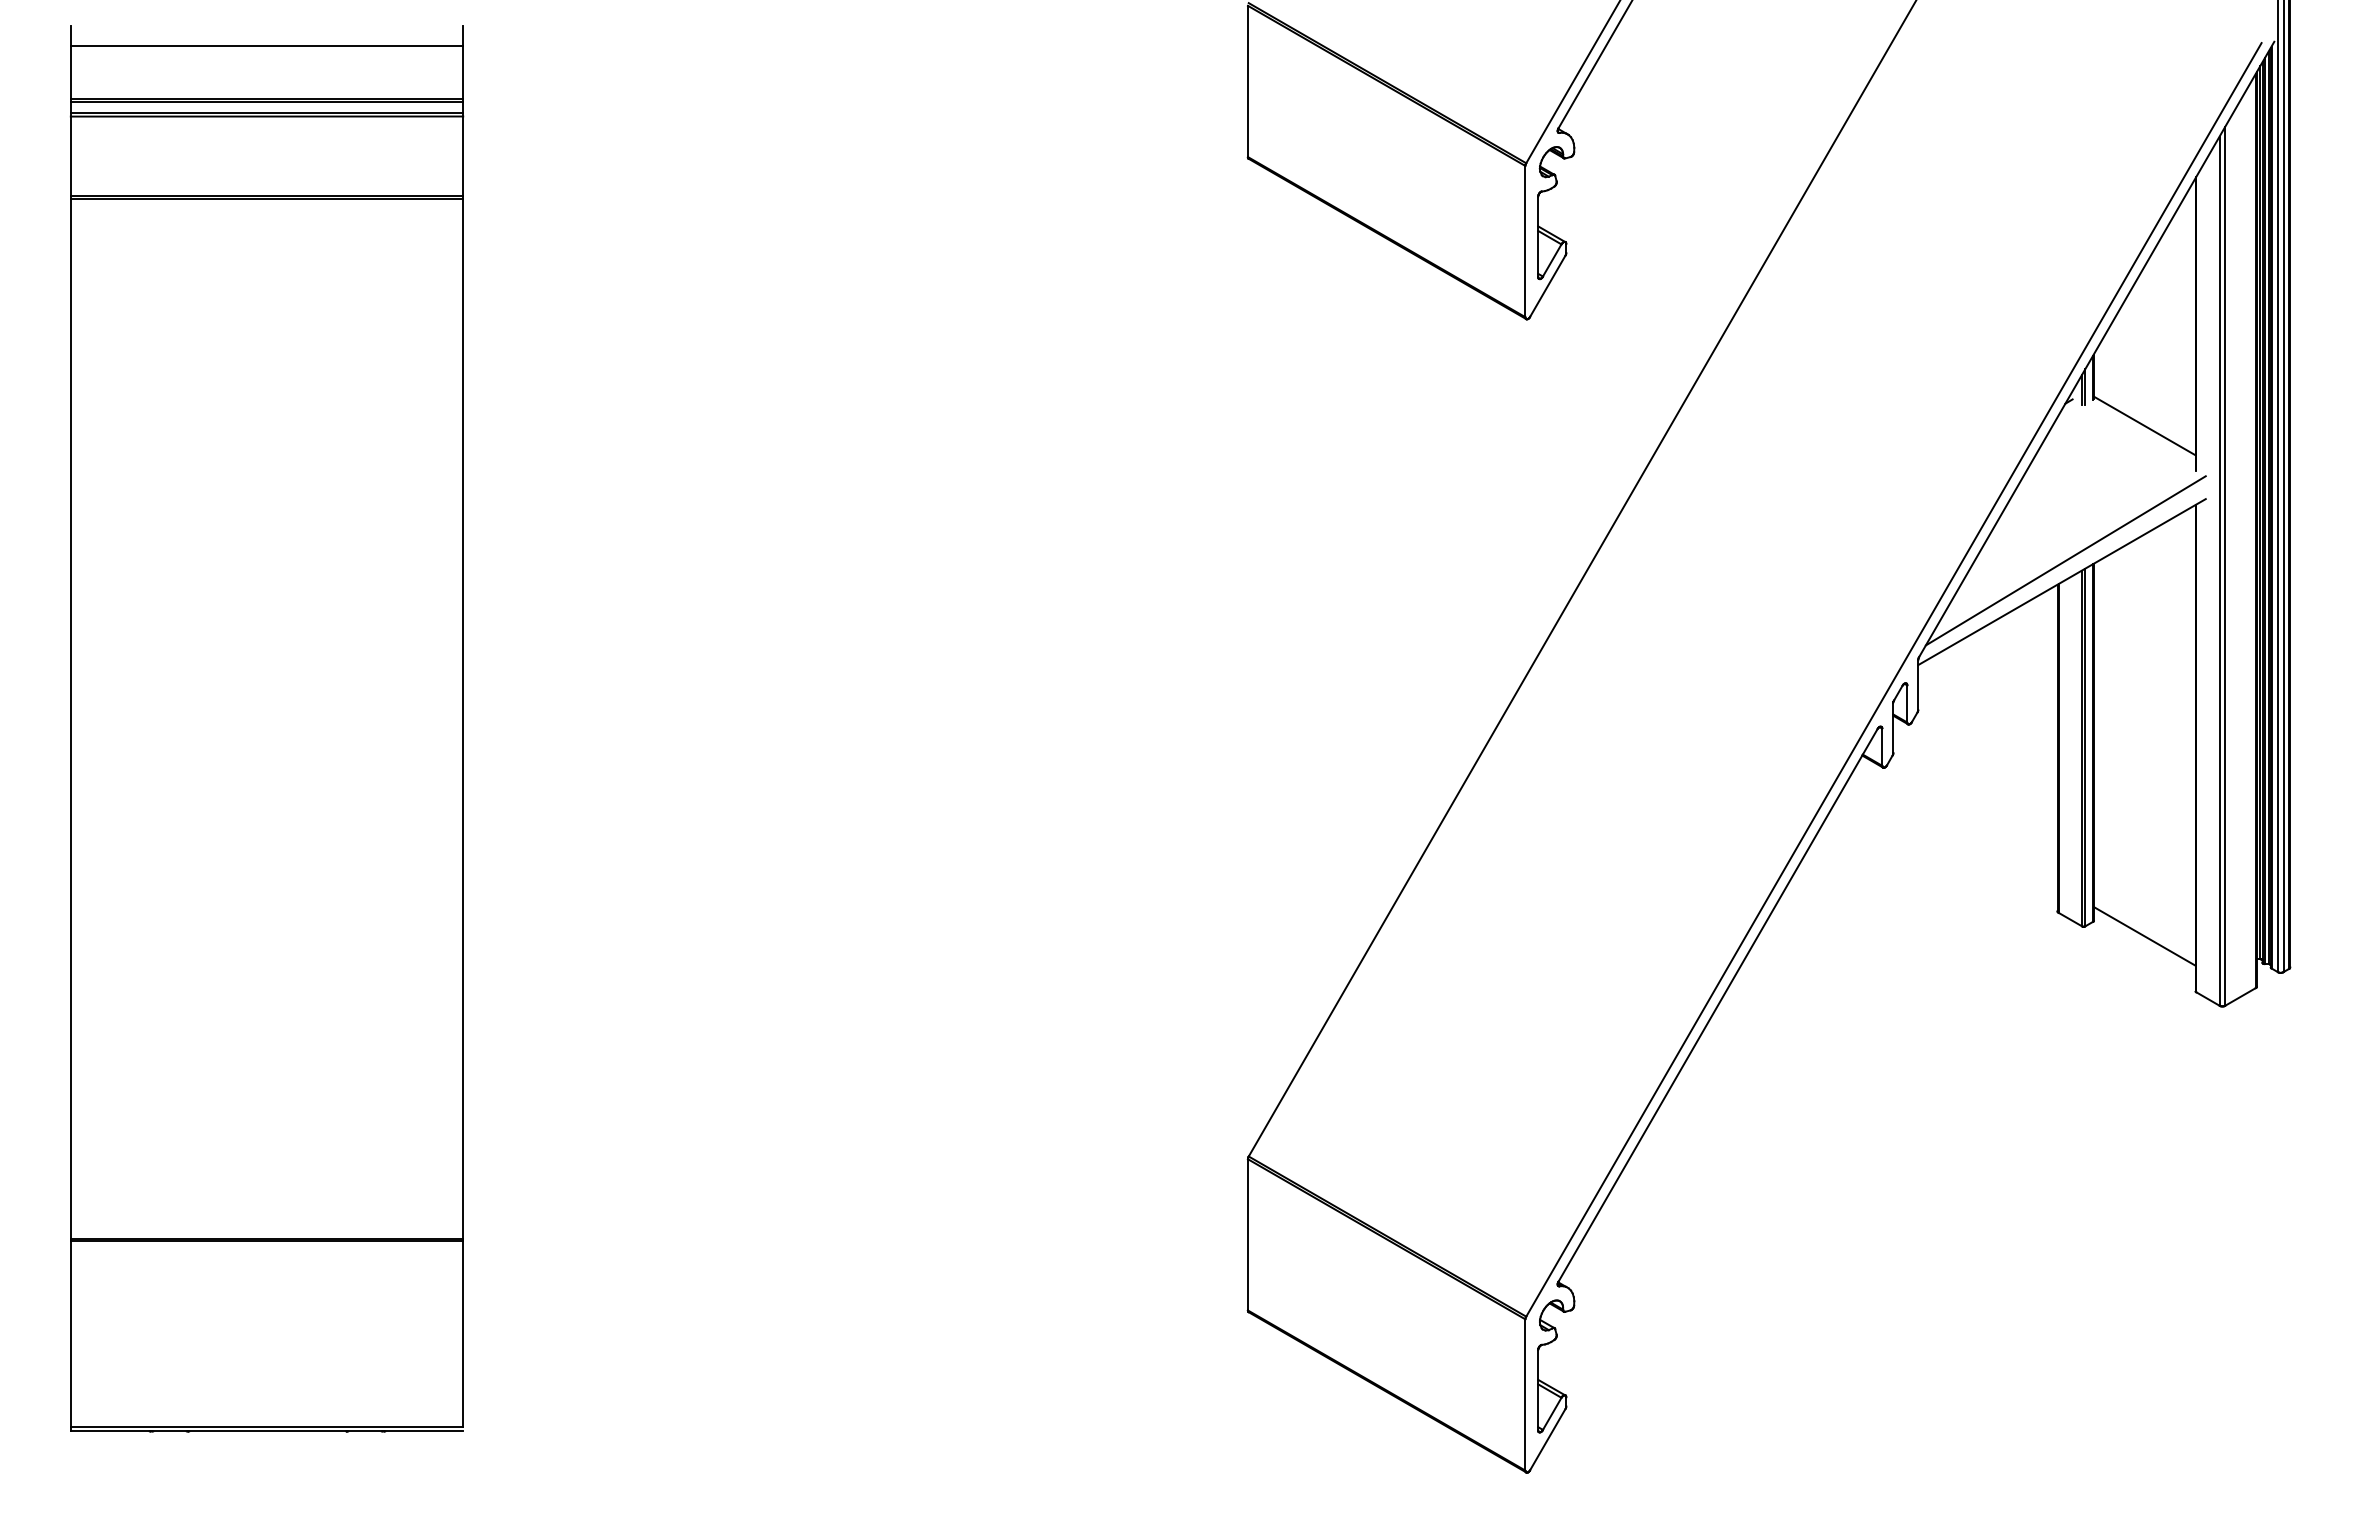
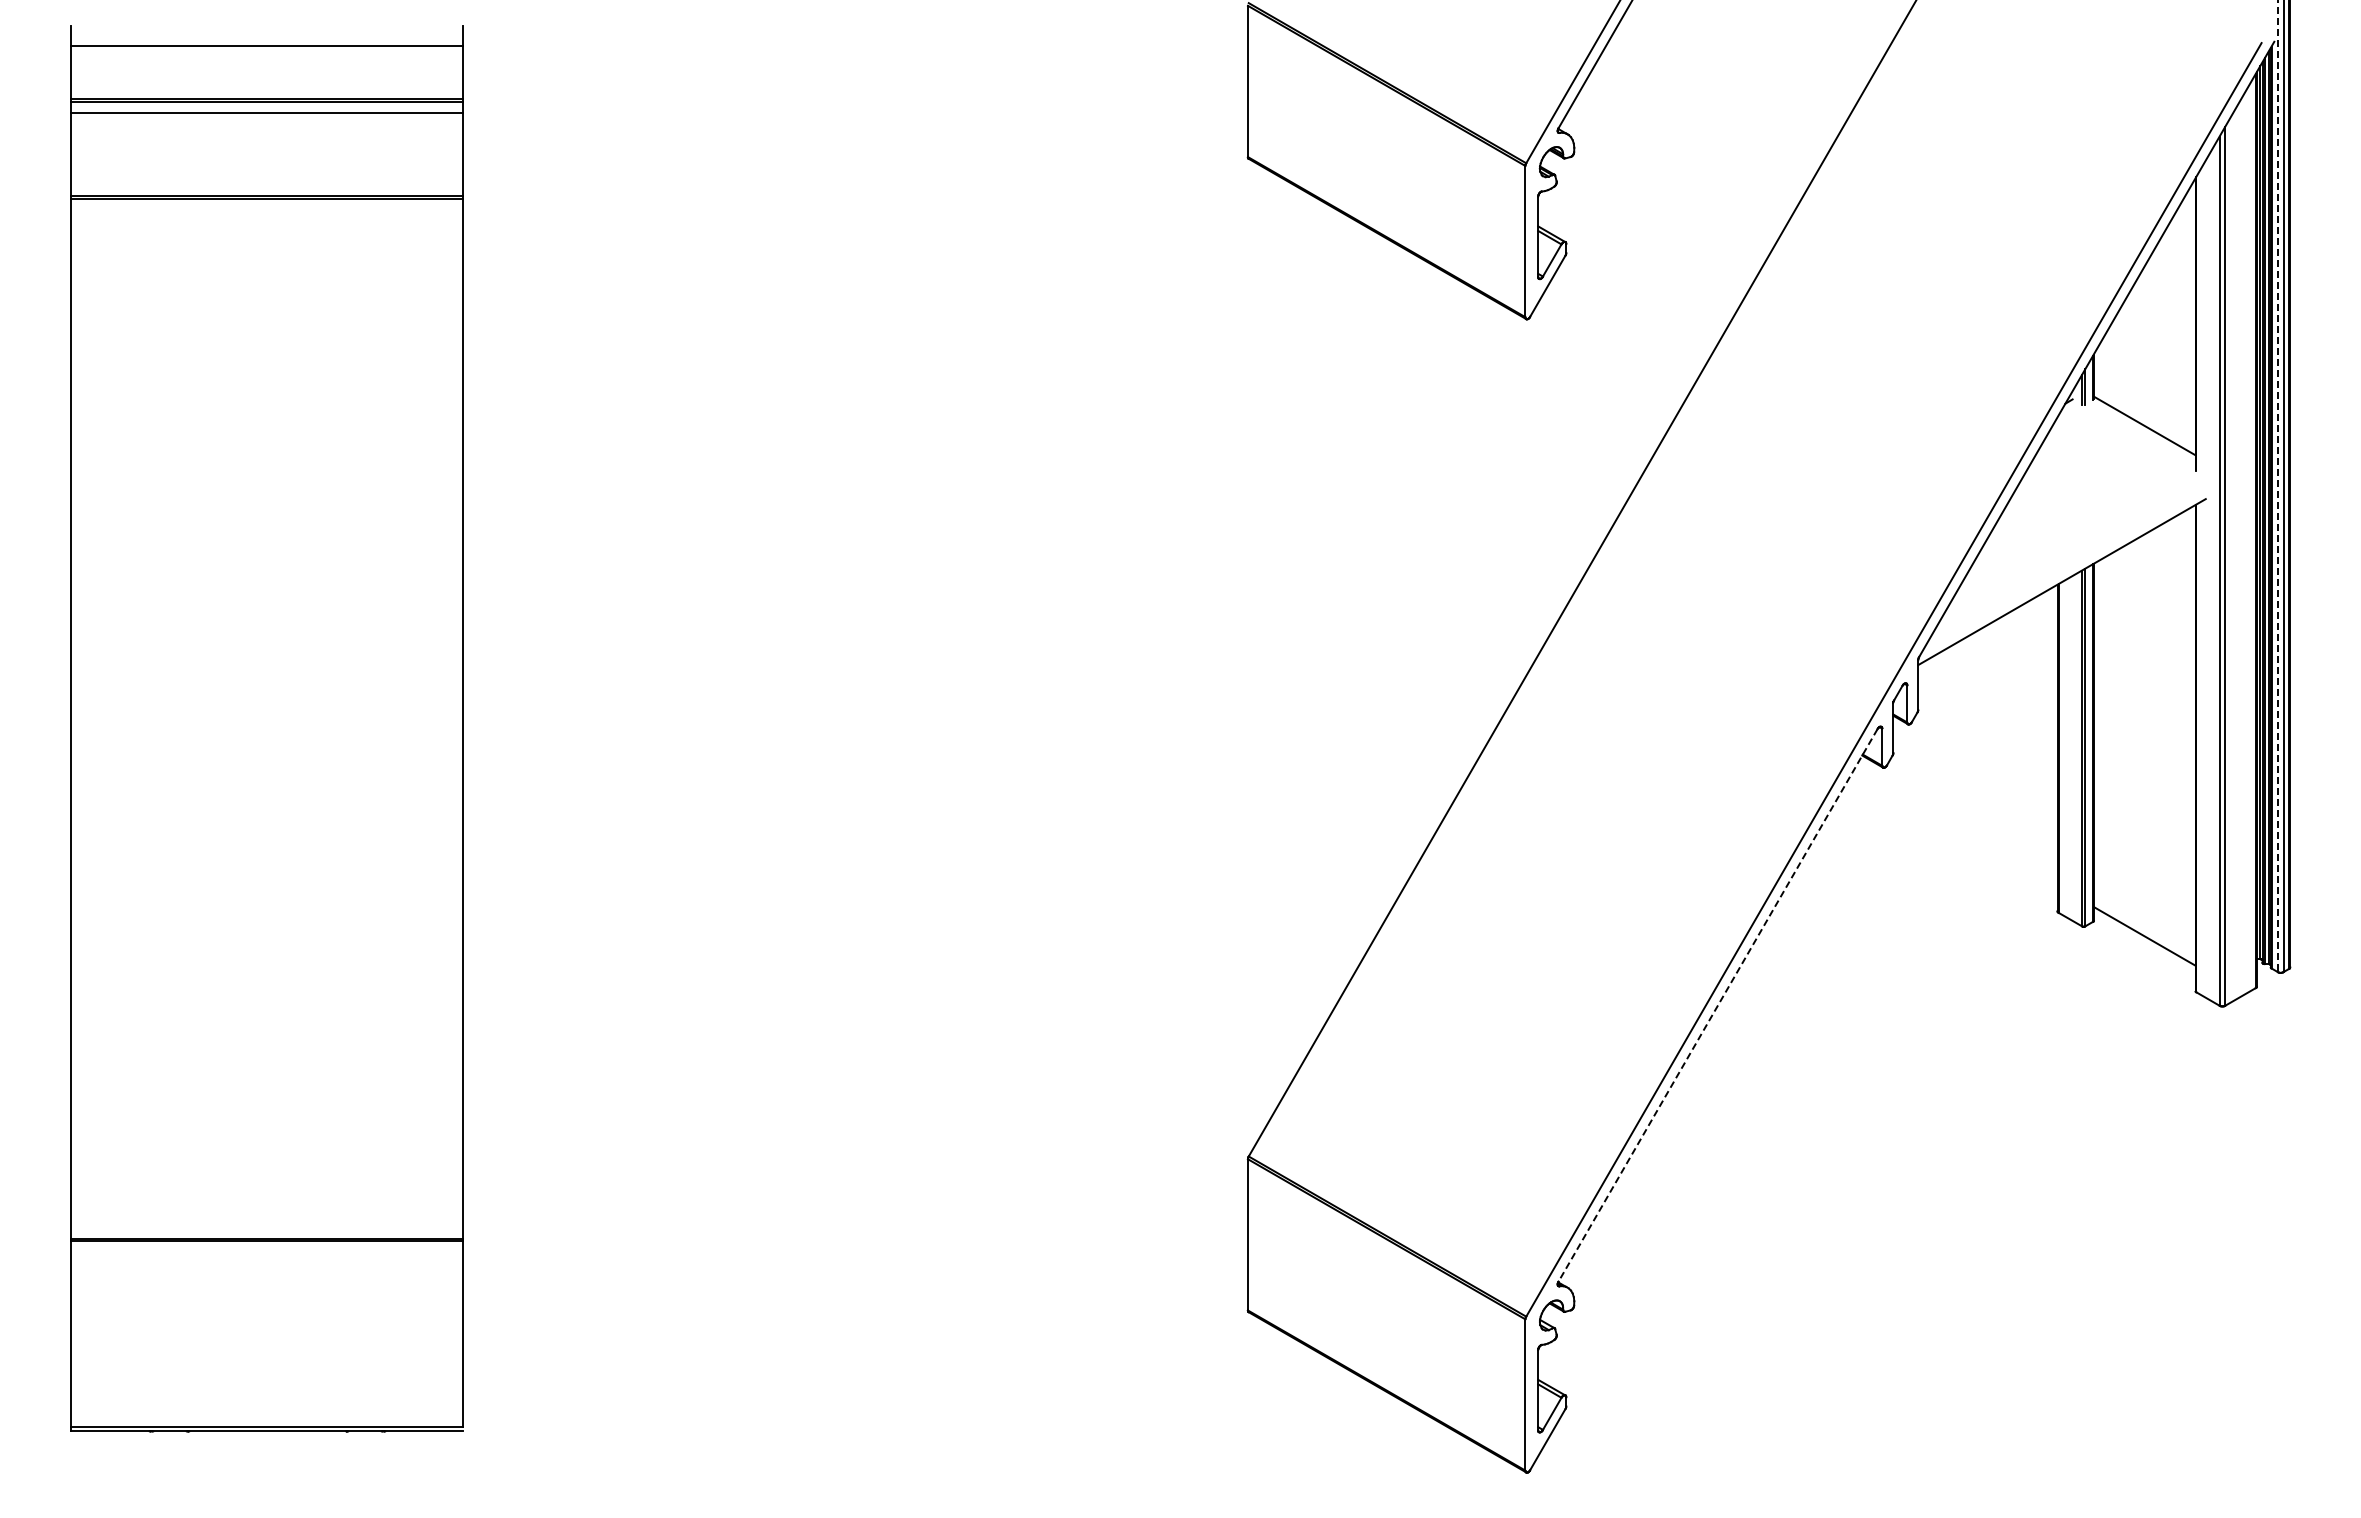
line at (266, 116): present -> none
line at (2277, 486): solid -> dashed
line at (2065, 560): present -> none
line at (1718, 1005): solid -> dashed
